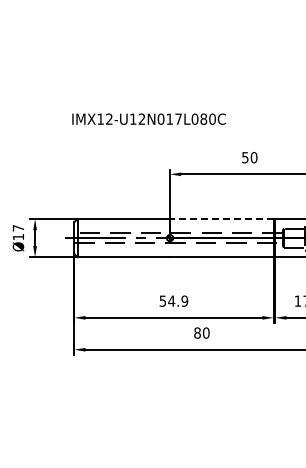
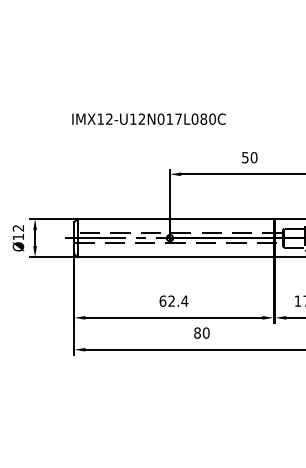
line at (221, 218): dashed -> solid
text at (17, 228): Ø17 -> Ø12
text at (173, 300): 54.9 -> 62.4
